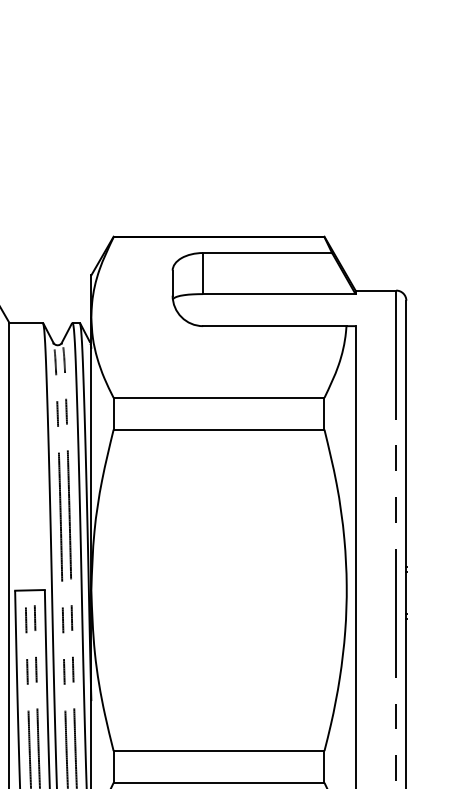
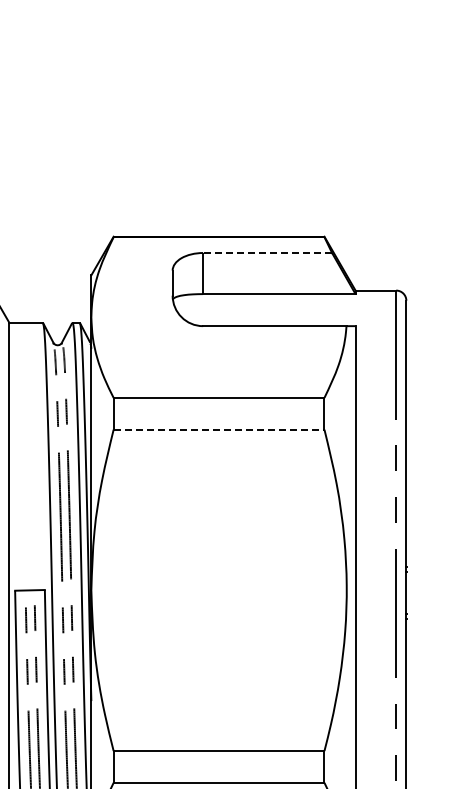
line at (267, 253): solid -> dashed
line at (219, 429): solid -> dashed
